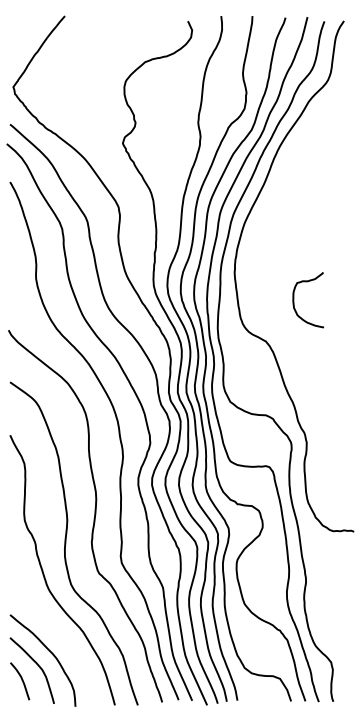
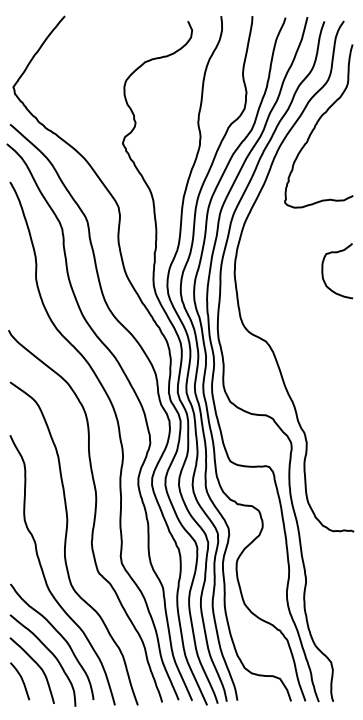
curve at (317, 124): none -> present
curve at (294, 300) position: (294, 300) -> (323, 271)
curve at (59, 635): none -> present
